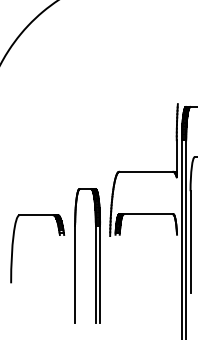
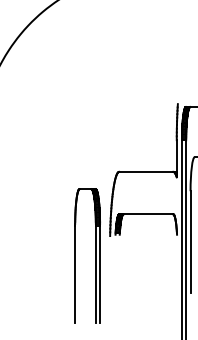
part at (13, 248): present -> none
